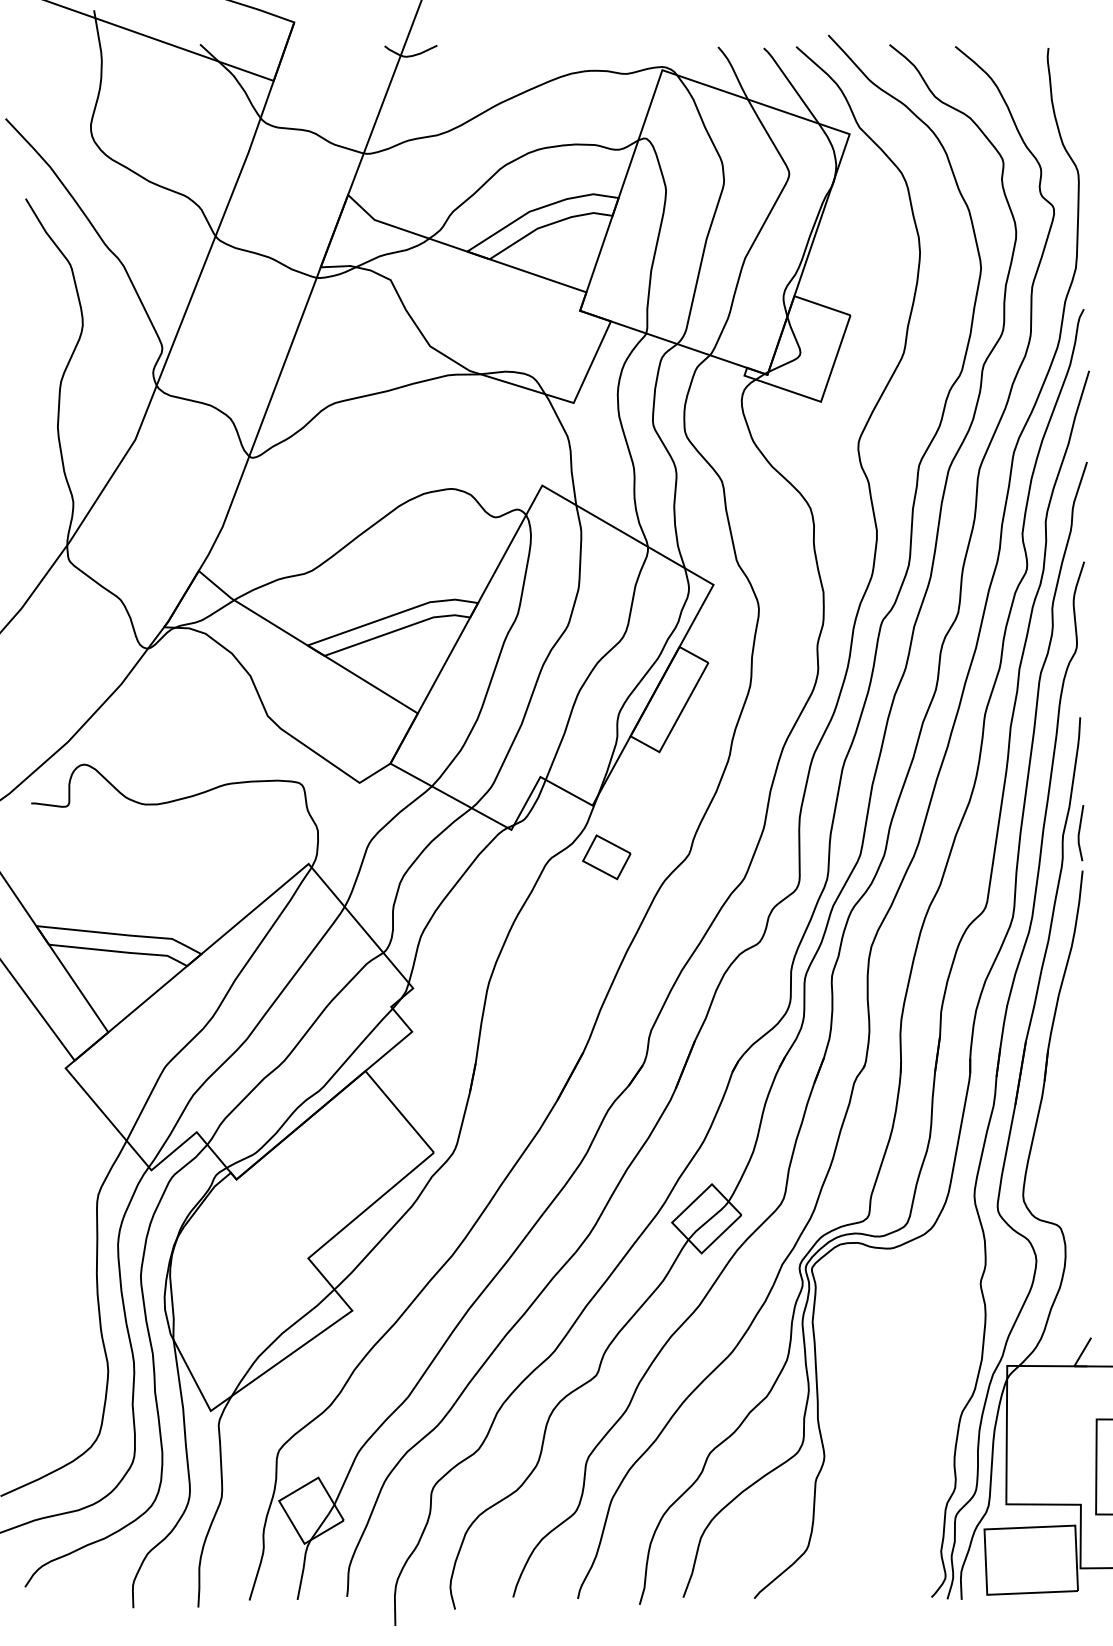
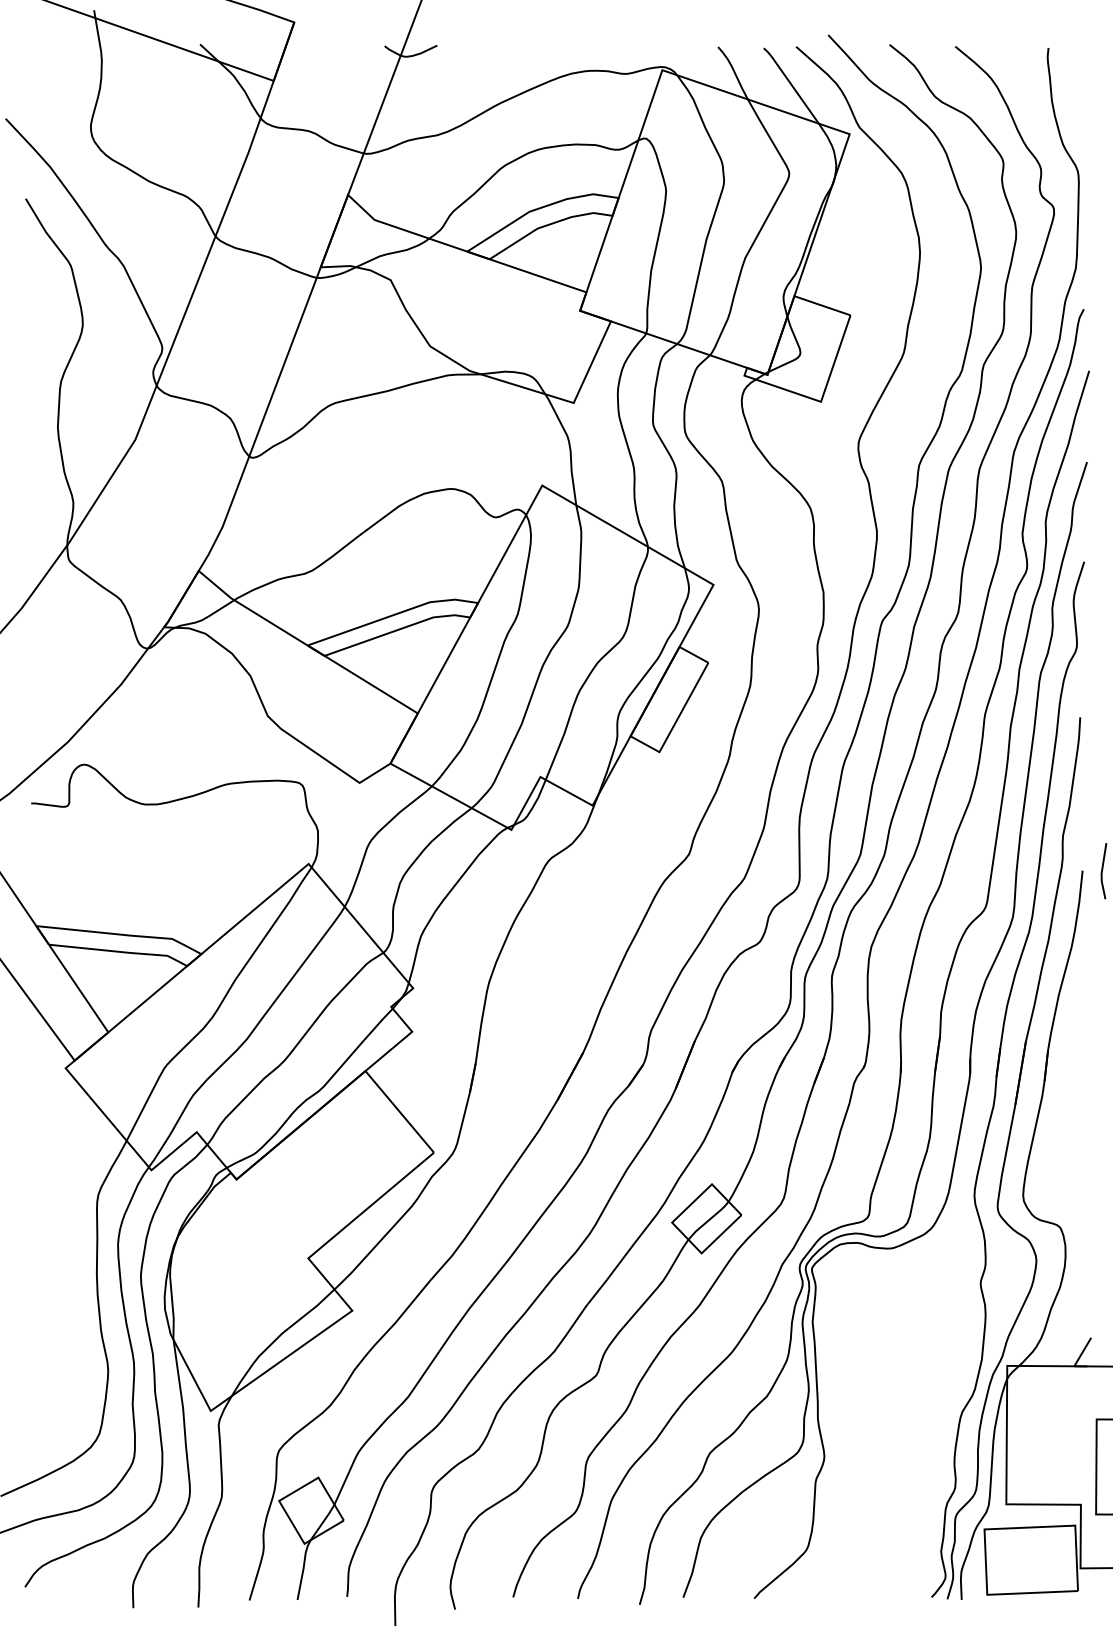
line at (1079, 833) position: (1079, 833) -> (1102, 871)
part at (606, 857): present -> none
